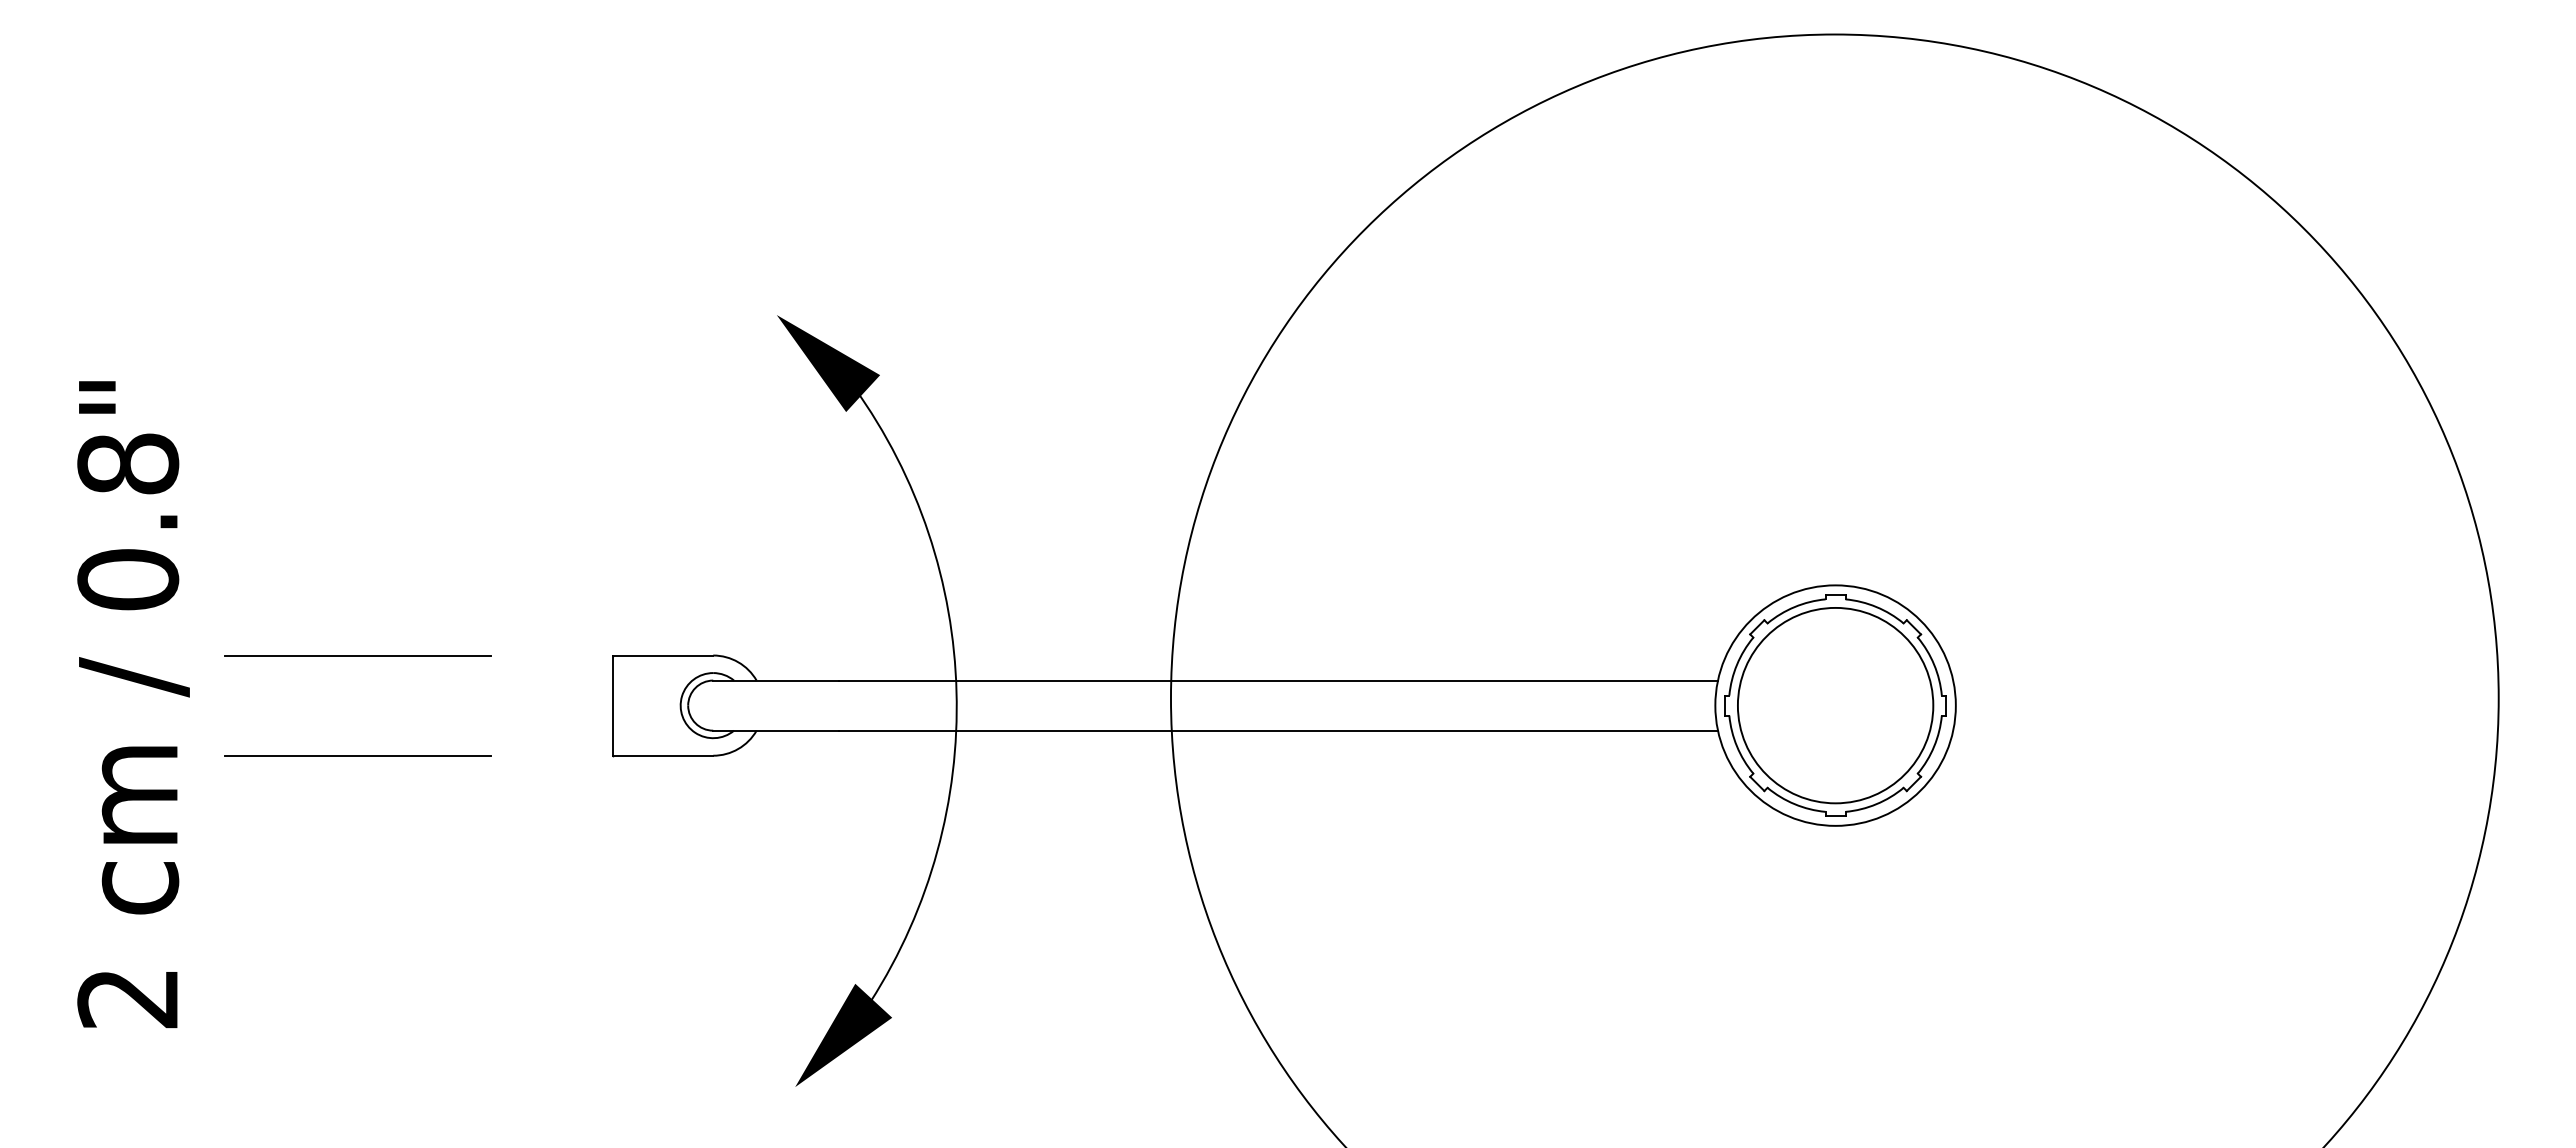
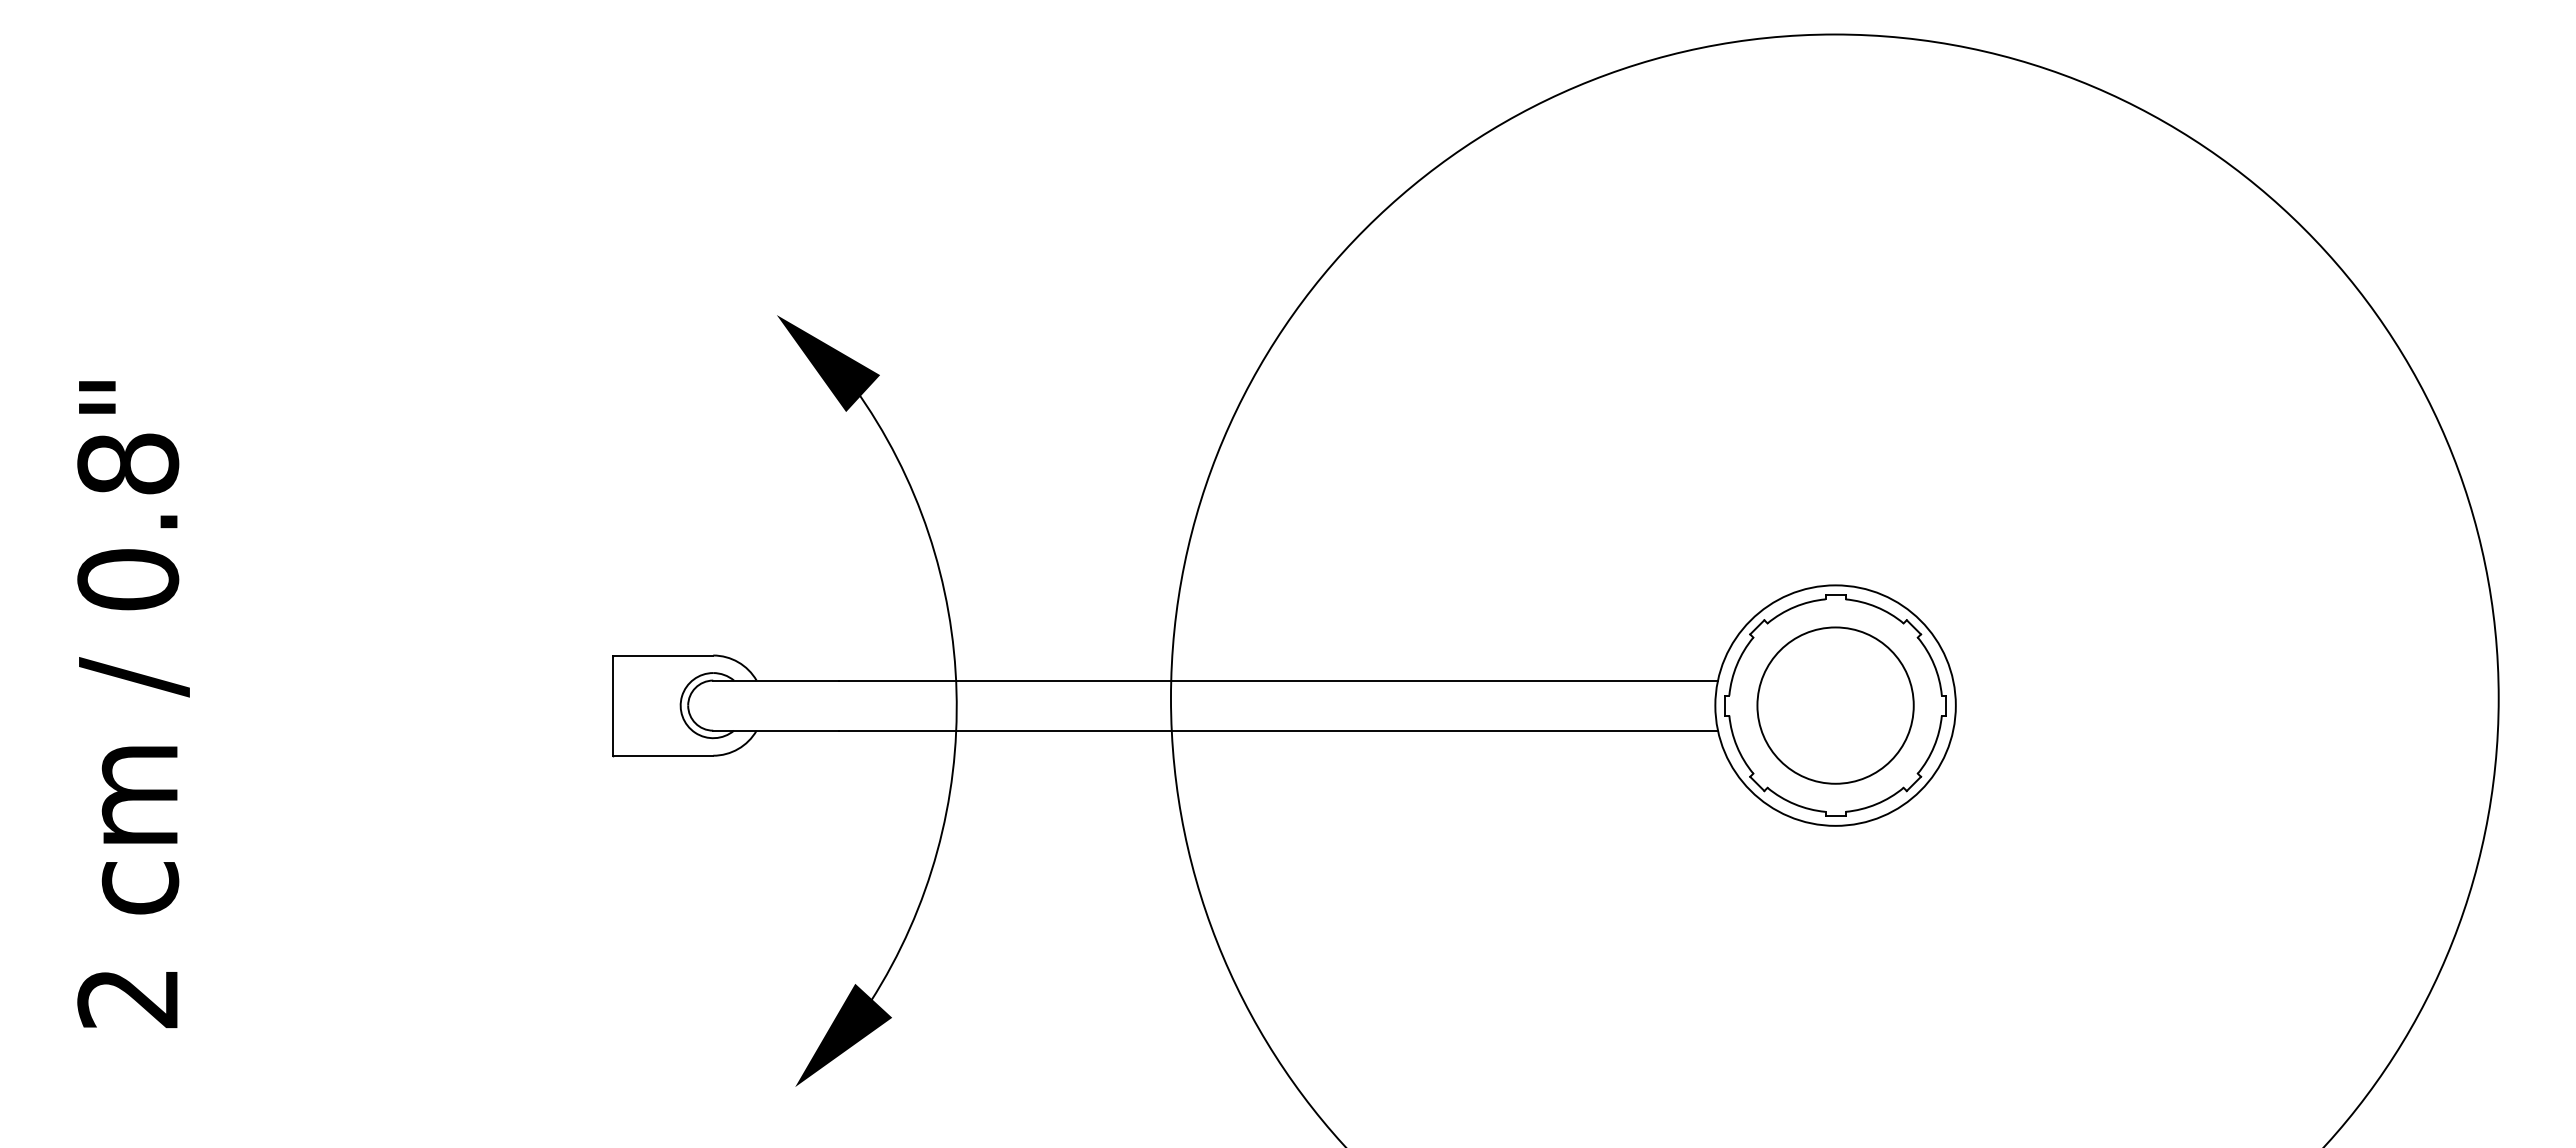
line at (357, 655): present -> none
circle at (1835, 705) diameter: 195 px -> 156 px
line at (357, 755): present -> none
